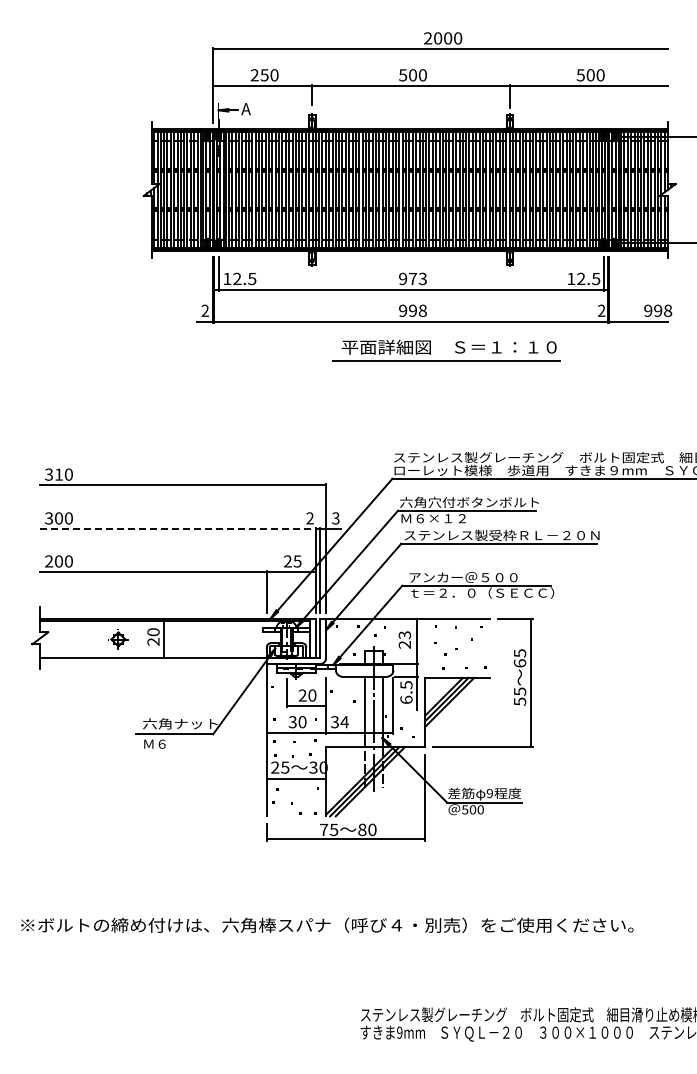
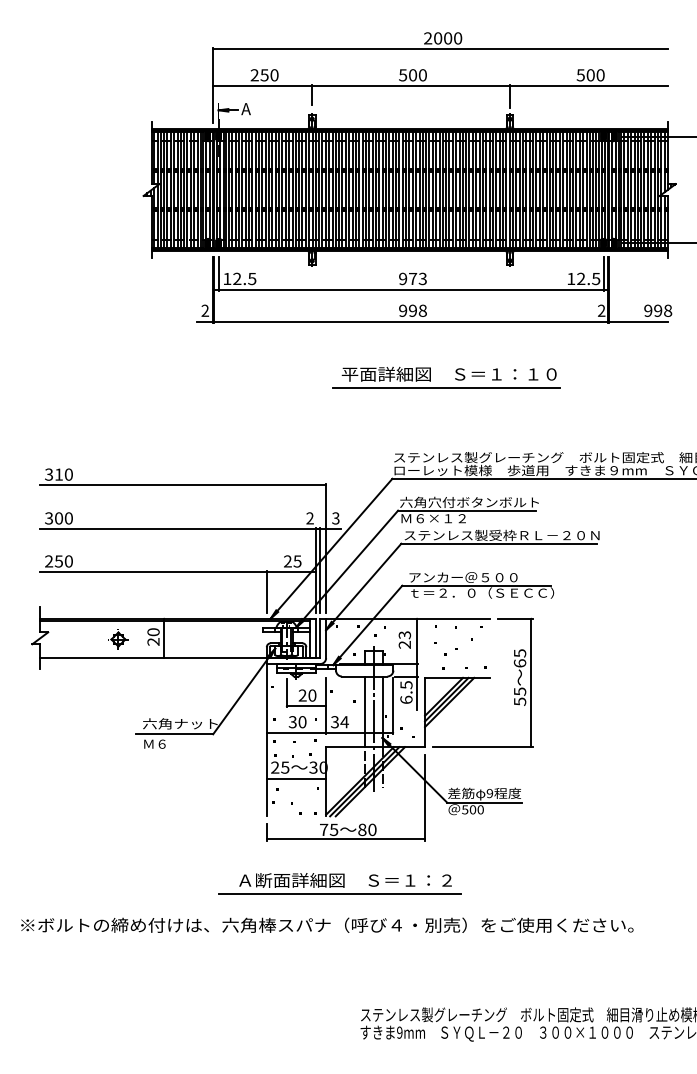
part at (455, 351) position: (455, 351) -> (455, 378)
line at (178, 528): dashed -> solid
text at (58, 561): 200 -> 250
part at (339, 883): none -> present
